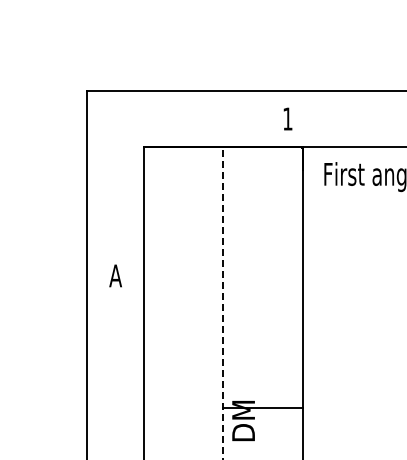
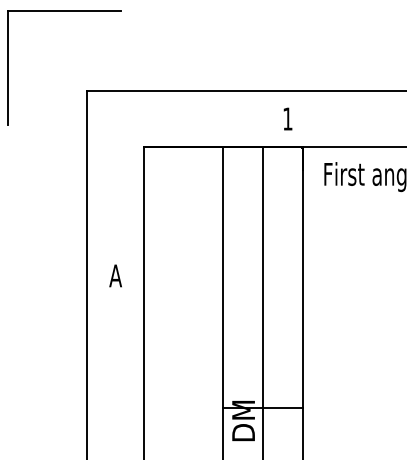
part at (64, 11): none -> present
line at (263, 301): none -> present
line at (223, 303): dashed -> solid
